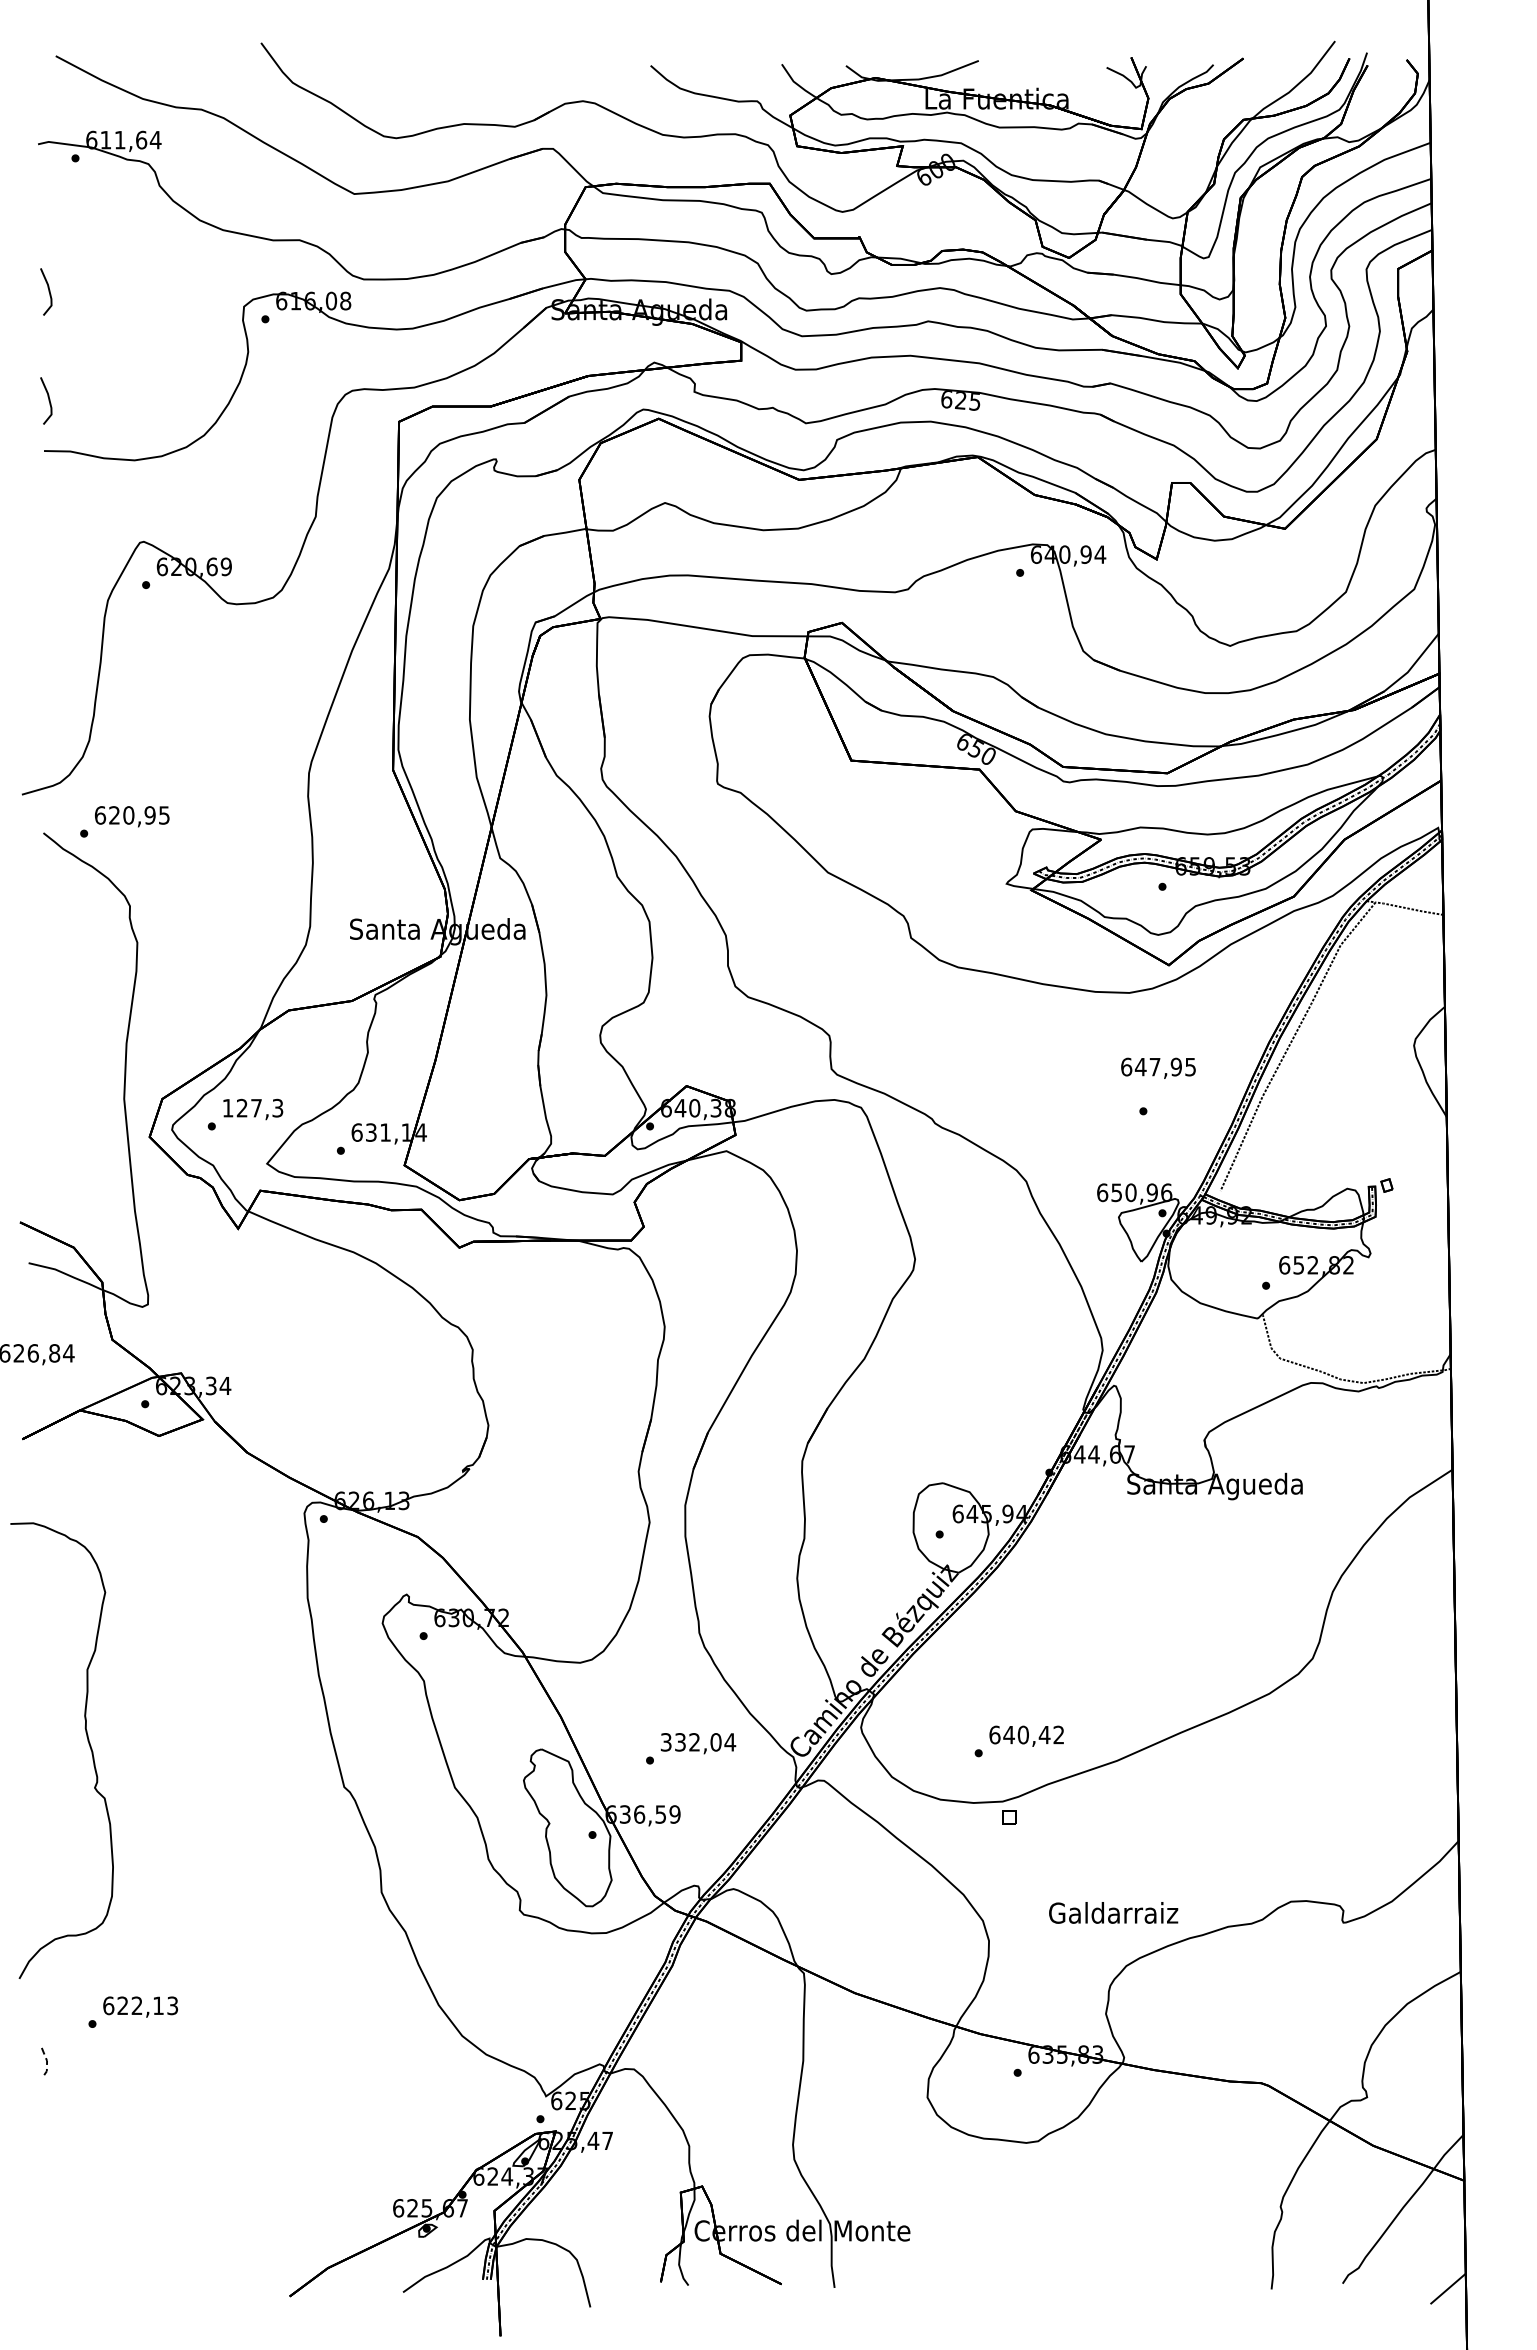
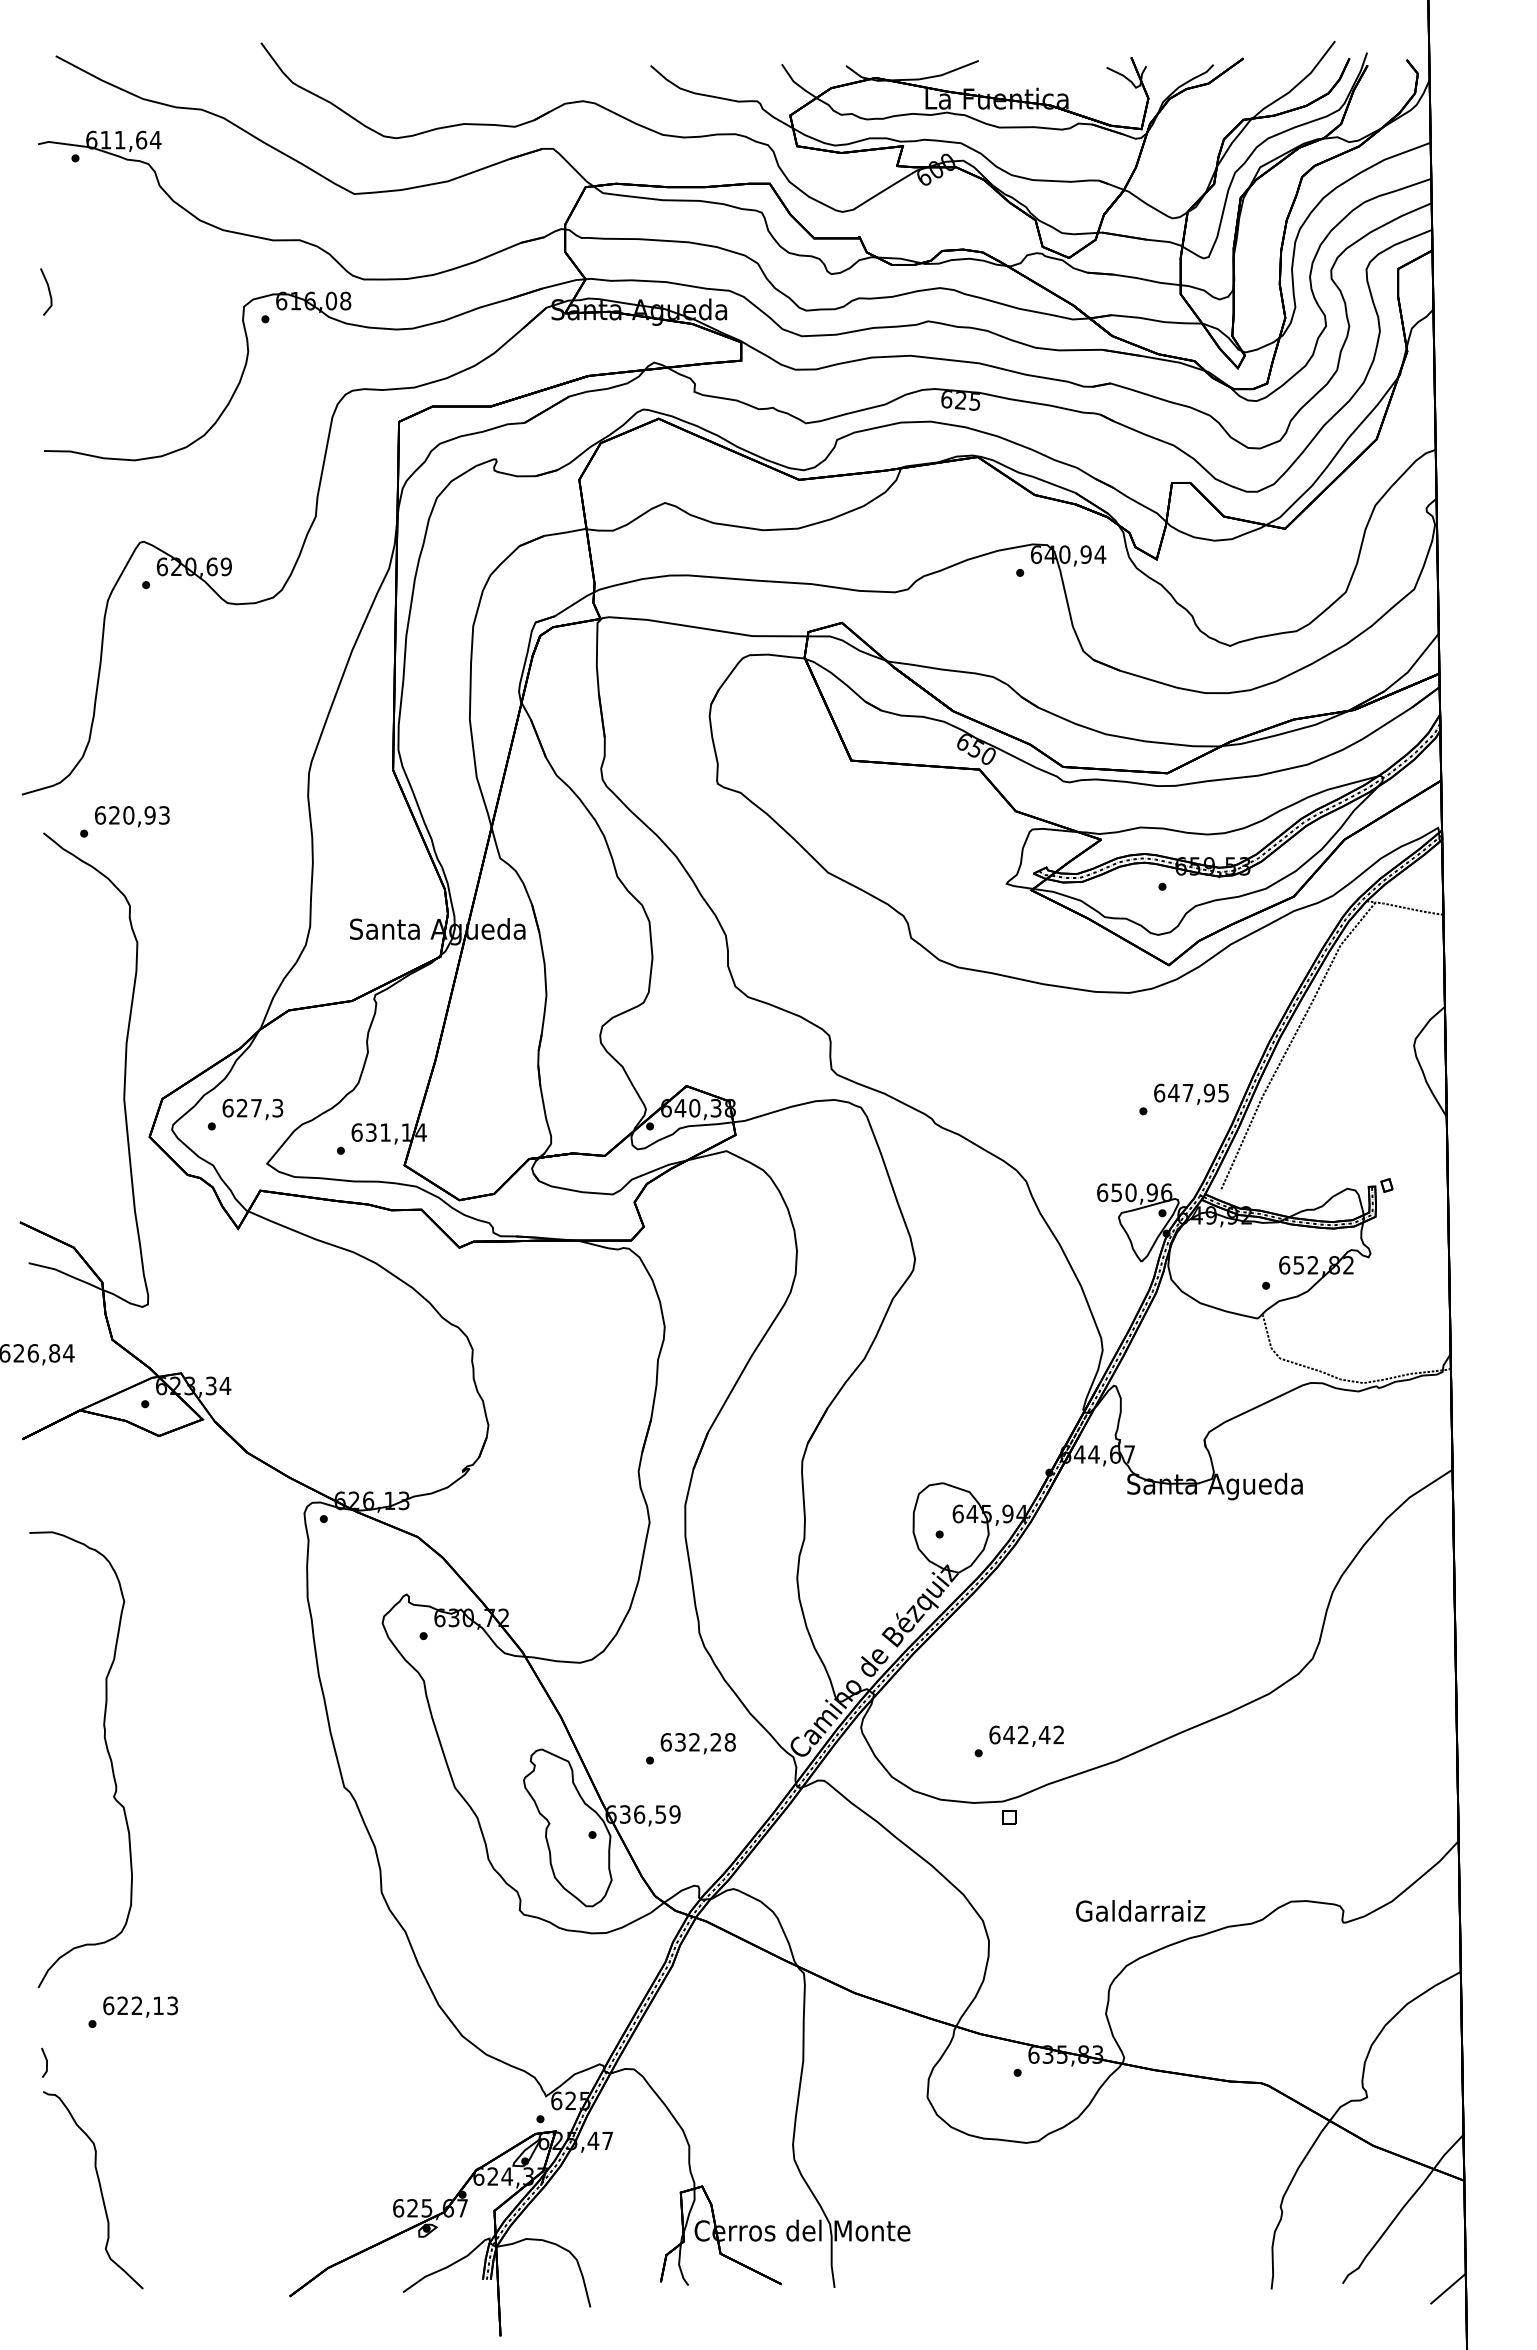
line at (48, 400): present -> none
text at (164, 815): 620,95 -> 620,93
text at (1158, 1067) position: (1158, 1067) -> (1191, 1093)
text at (227, 1107): 127,3 -> 627,3
text at (1022, 1734): 640,42 -> 642,42
curve at (87, 1741) position: (87, 1741) -> (106, 1750)
text at (698, 1742): 332,04 -> 632,28
text at (1113, 1912) position: (1113, 1912) -> (1140, 1910)
line at (47, 2063): dashed -> solid
curve at (99, 2188): none -> present
